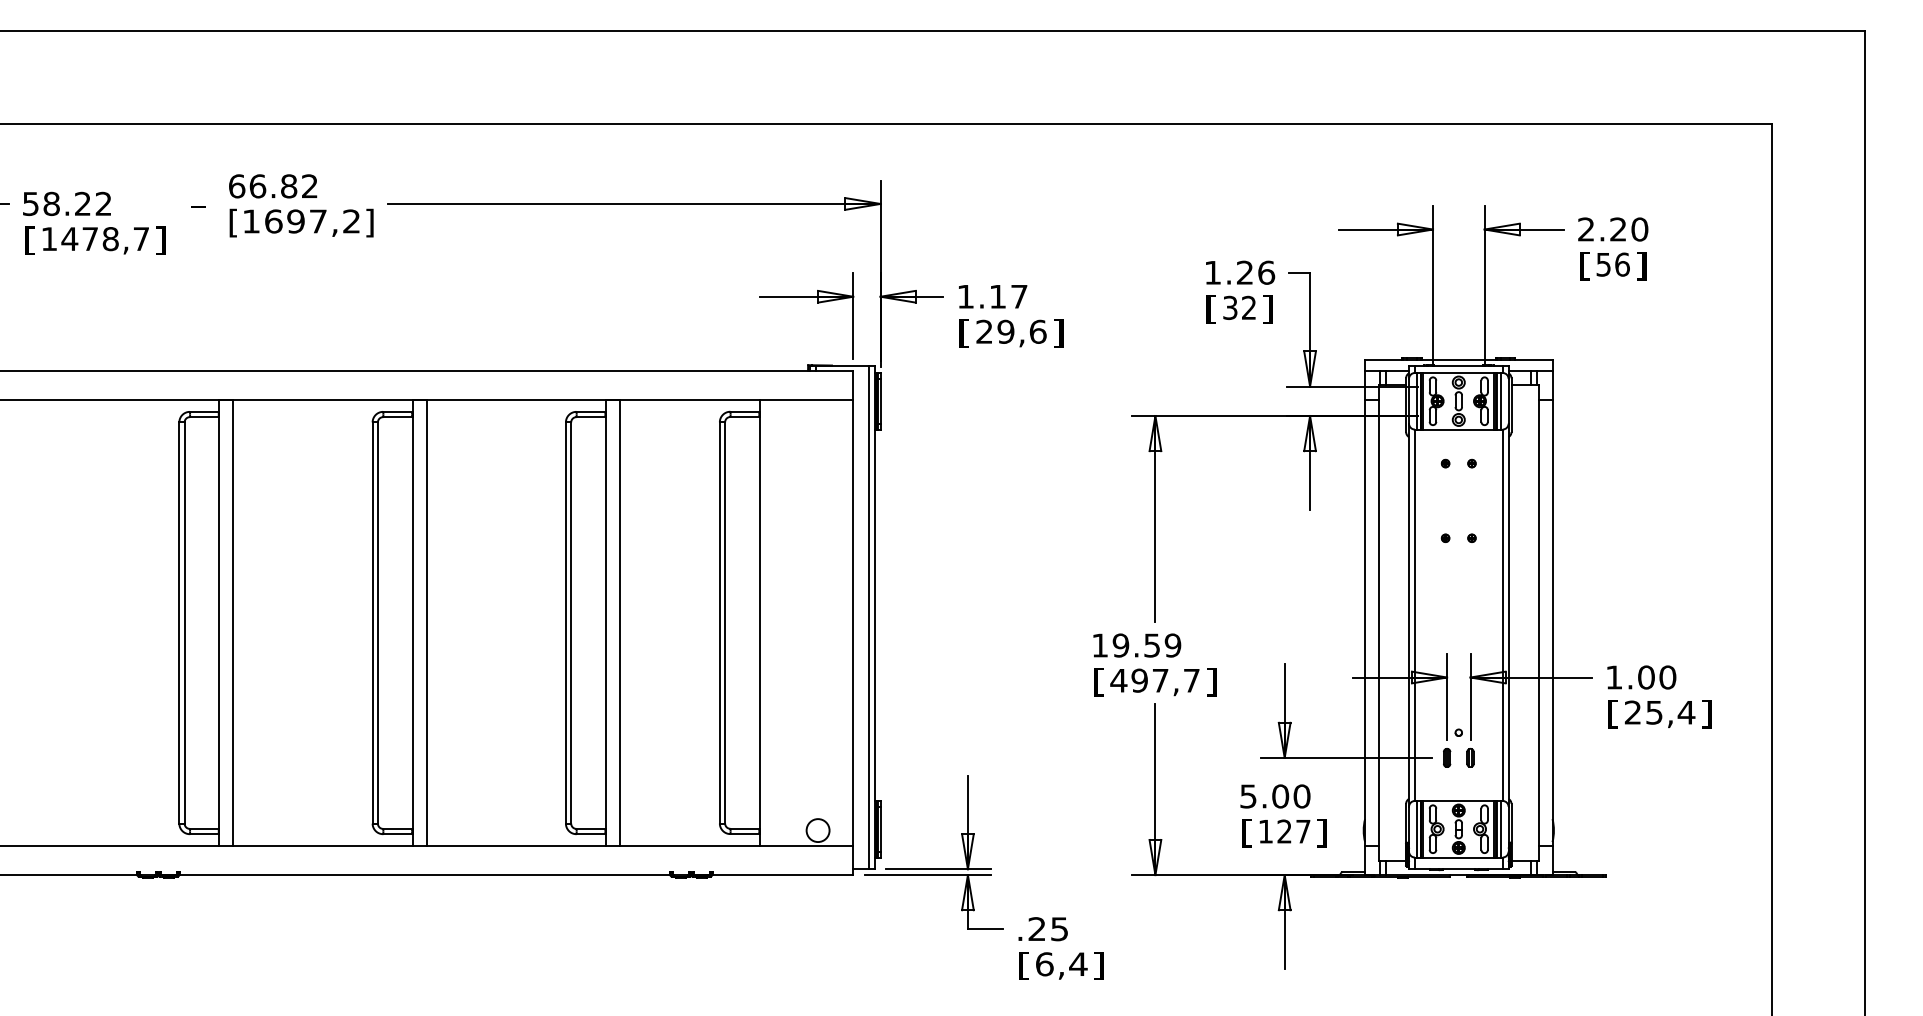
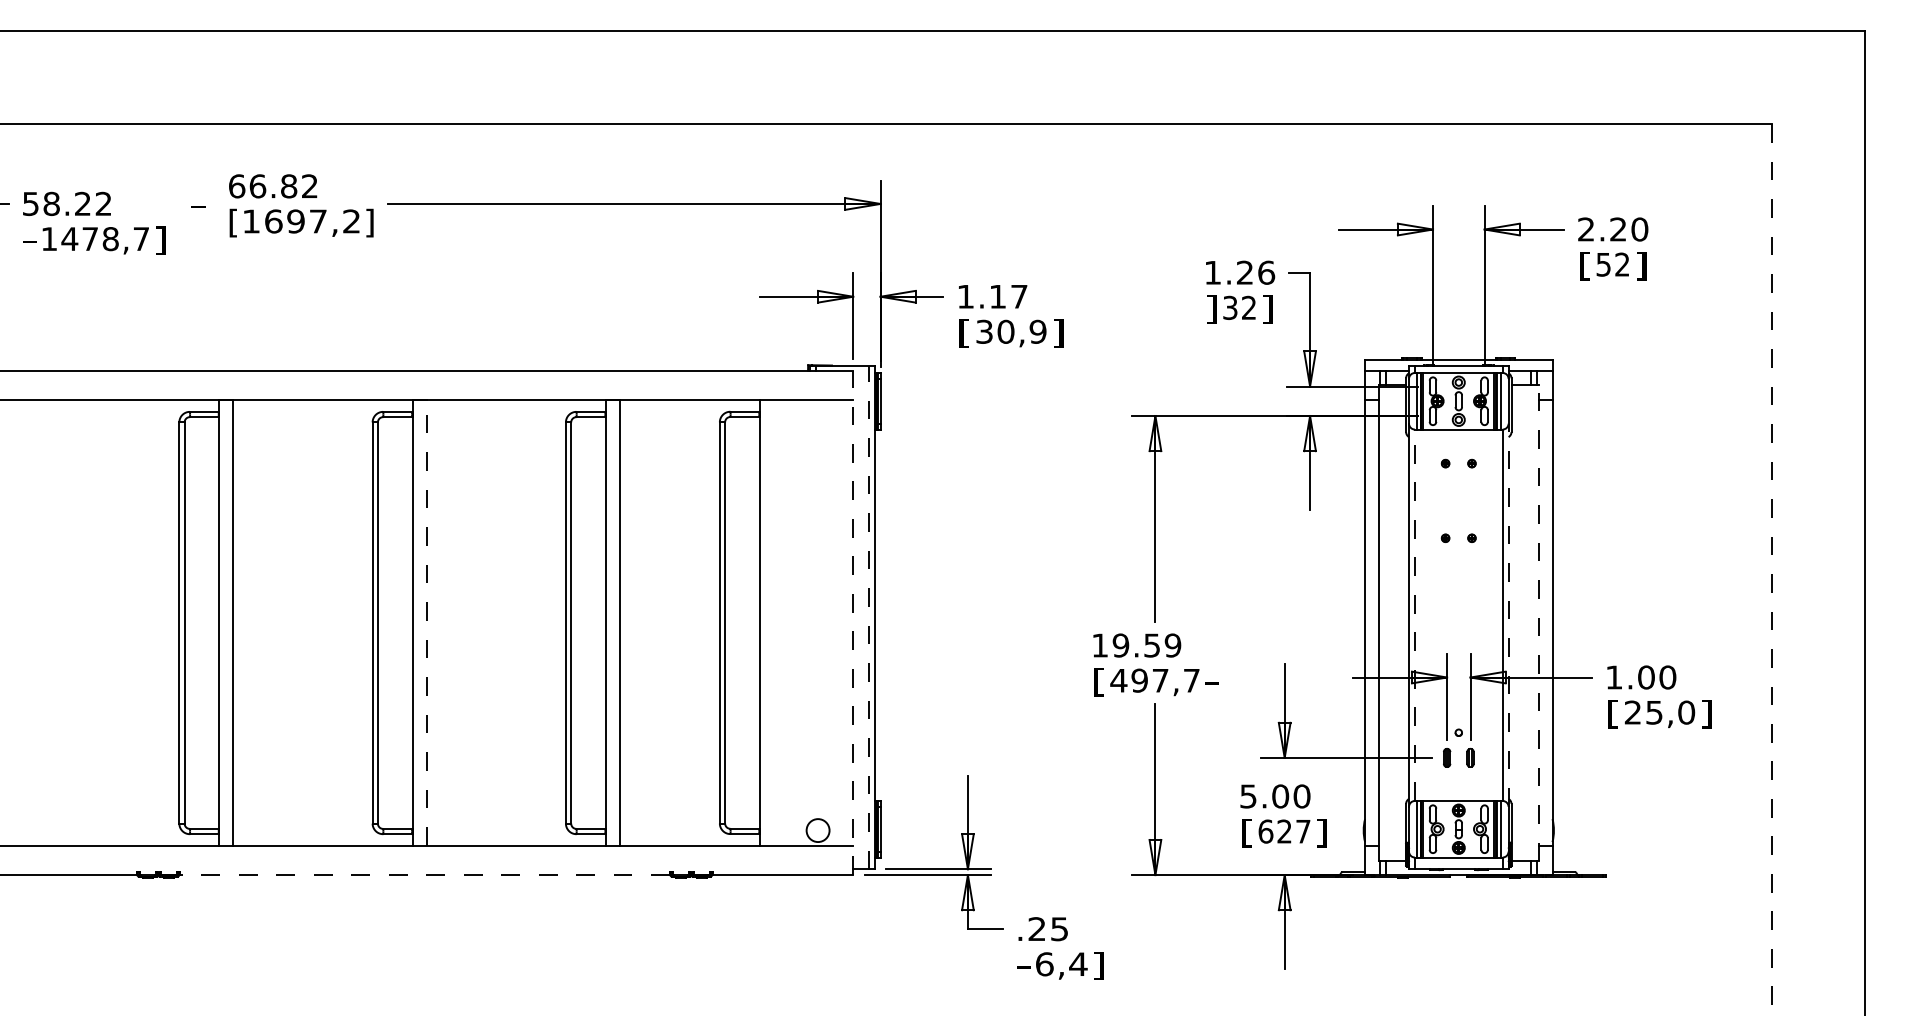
text at (29, 240): [ -> -
text at (1622, 264): 56 -> 52
text at (1211, 309): [ -> ]
text at (1011, 331): 29,6 -> 30,9
line at (1771, 570): solid -> dashed
line at (1414, 615): solid -> dashed
line at (1508, 615): solid -> dashed
line at (869, 617): solid -> dashed
line at (426, 622): solid -> dashed
line at (853, 622): solid -> dashed
line at (1538, 622): solid -> dashed
text at (1211, 682): ] -> -
text at (1686, 712): 25,4 -> 25,0
text at (1265, 831): 127 -> 627
line at (424, 875): solid -> dashed
text at (1023, 965): [ -> -
